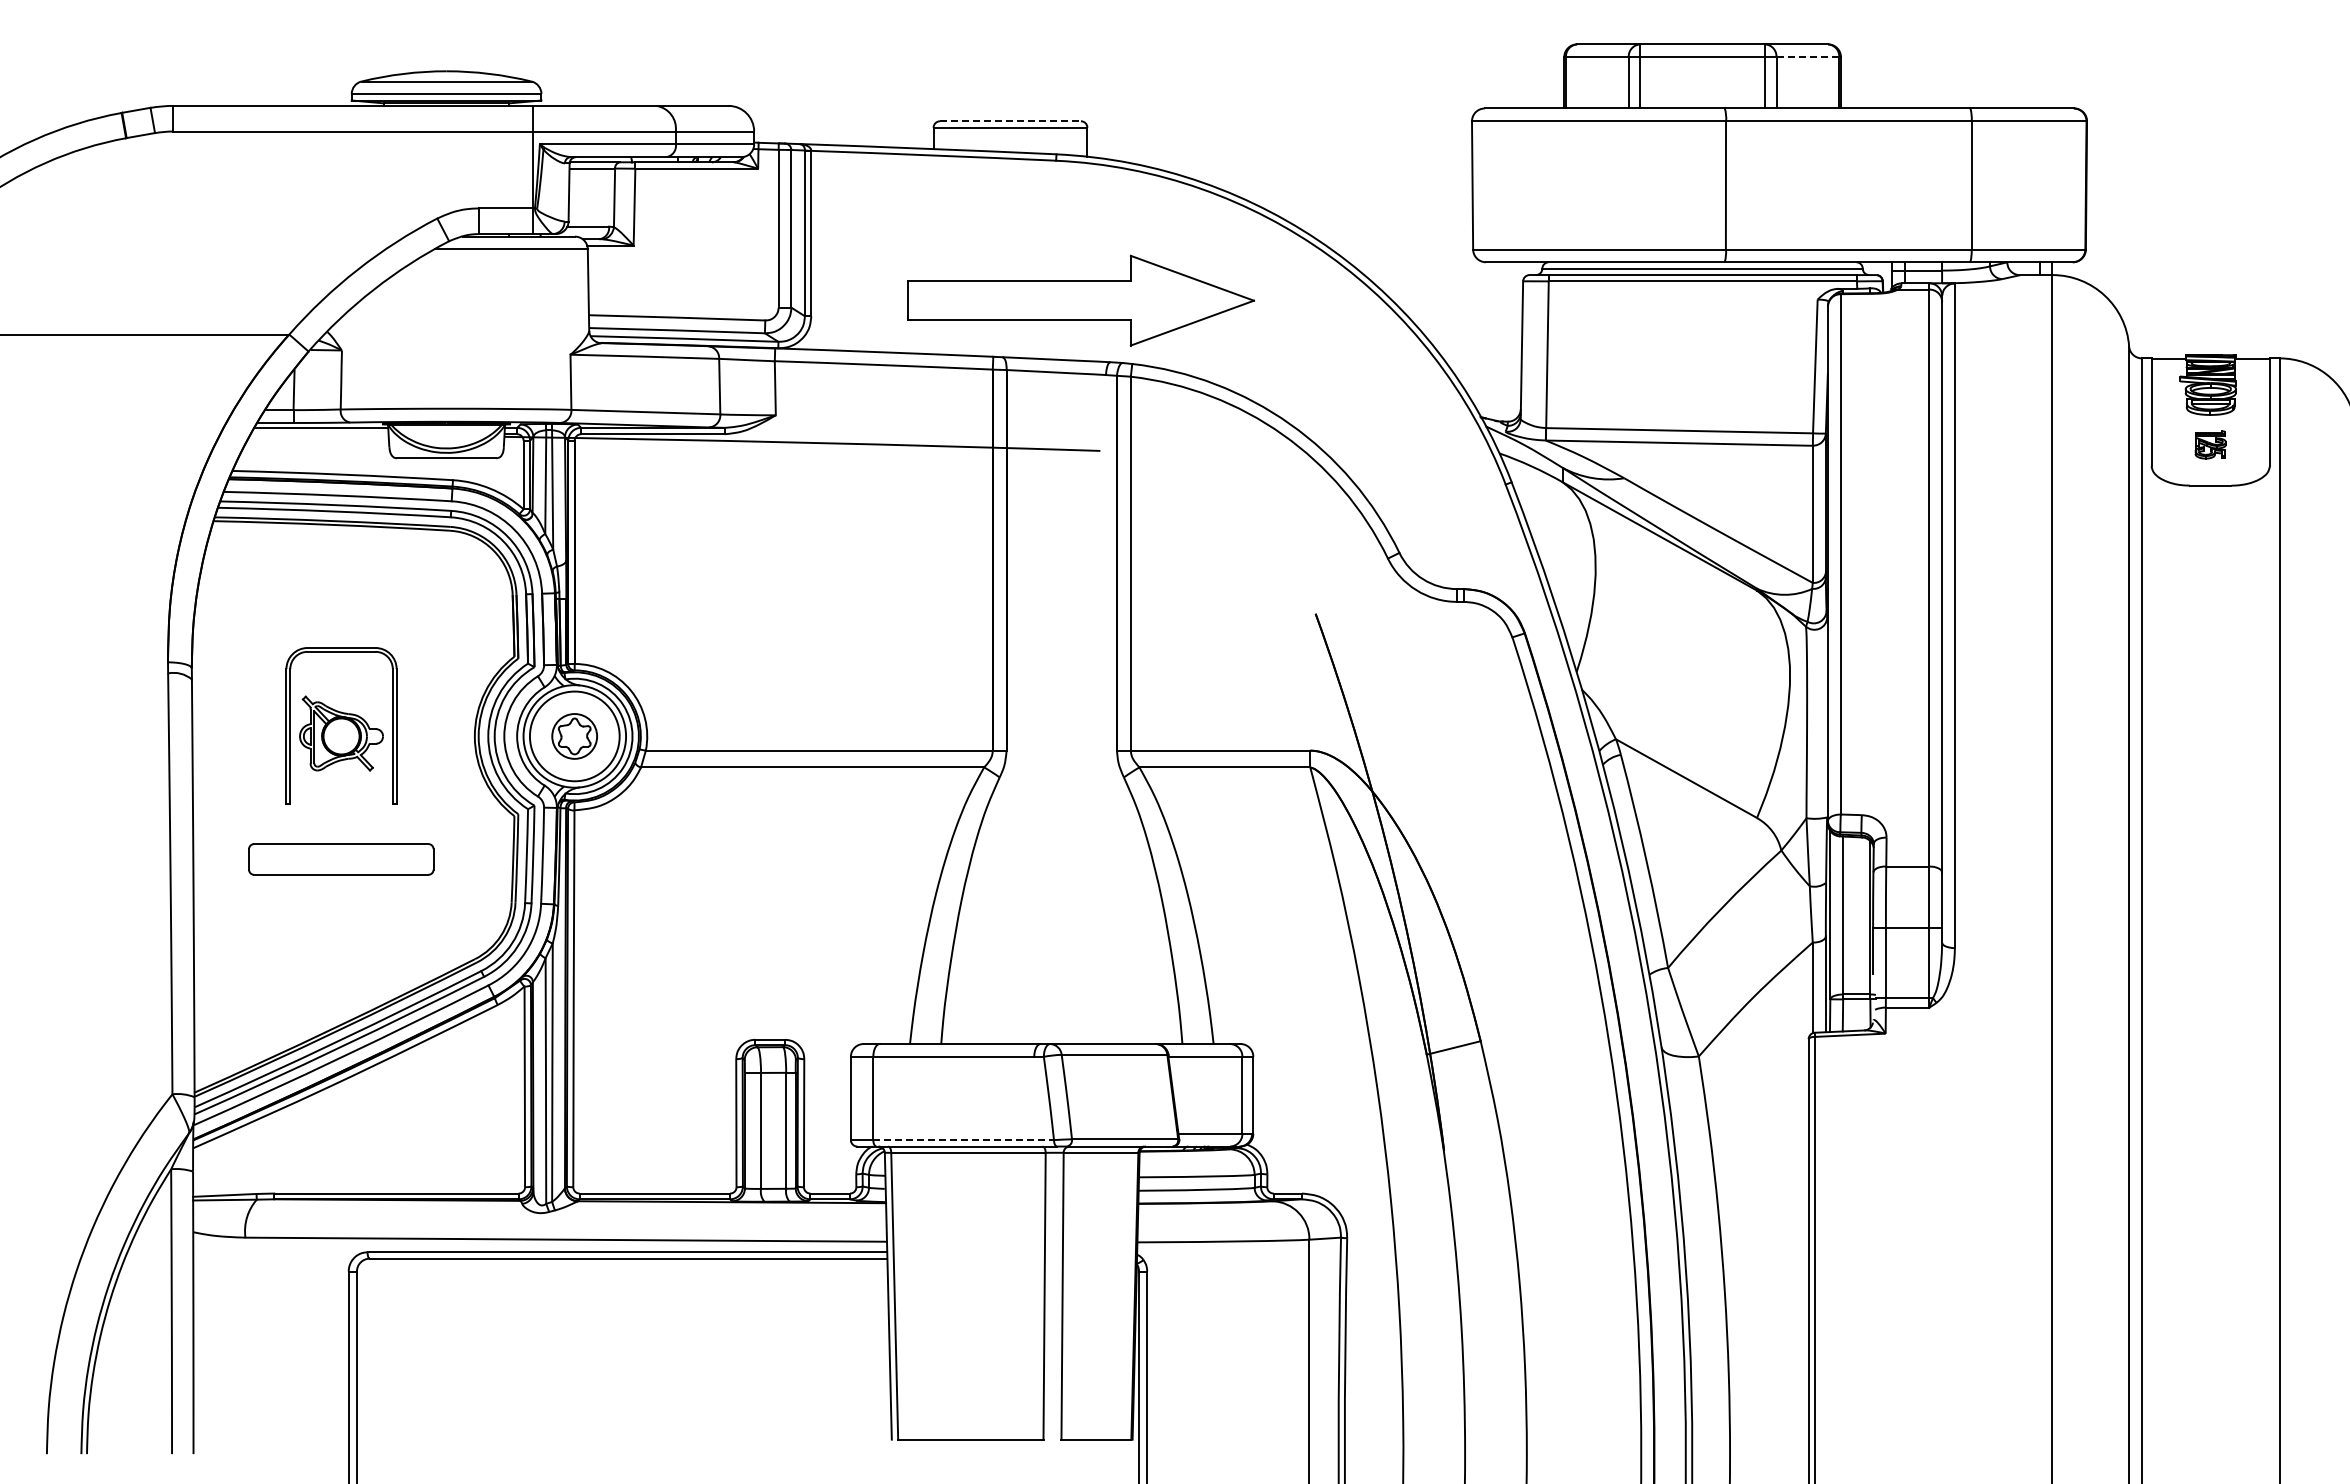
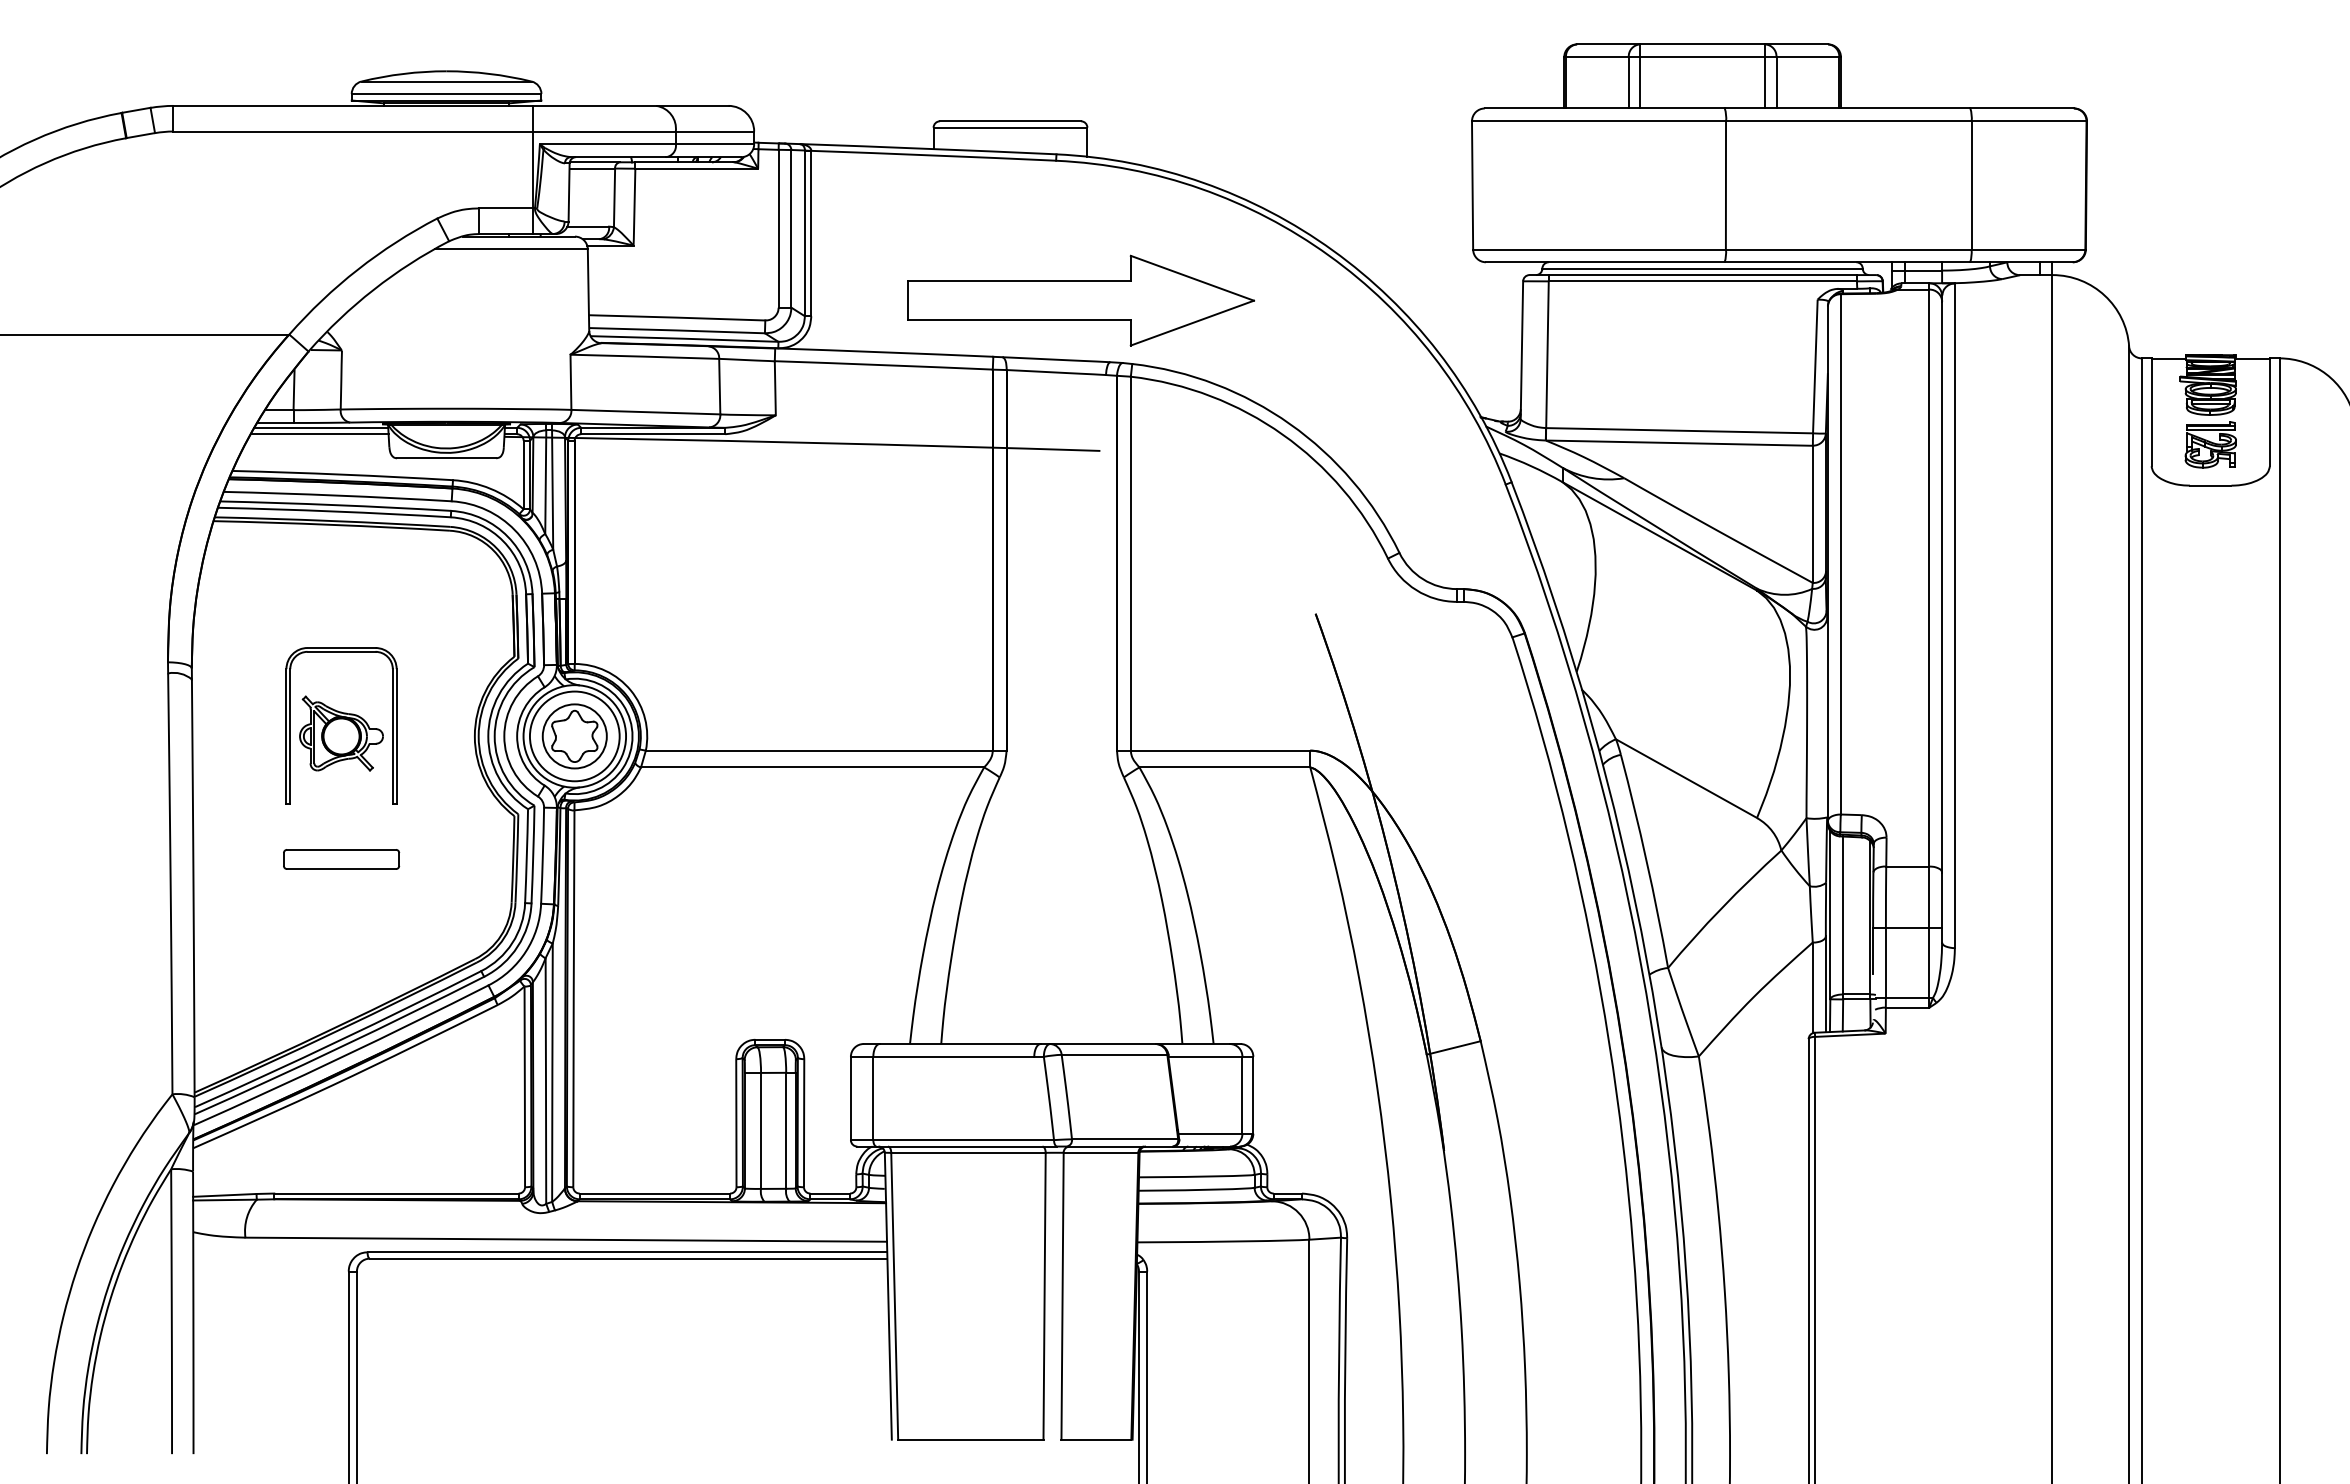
line at (1807, 57): dashed -> solid
line at (1010, 121): dashed -> solid
line at (319, 434): none -> present
part at (2210, 444) size: 33x30 px -> 53x48 px
part at (574, 736) size: 47x47 px -> 67x67 px
part at (341, 859) size: 187x33 px -> 118x21 px
line at (964, 1140): dashed -> solid
